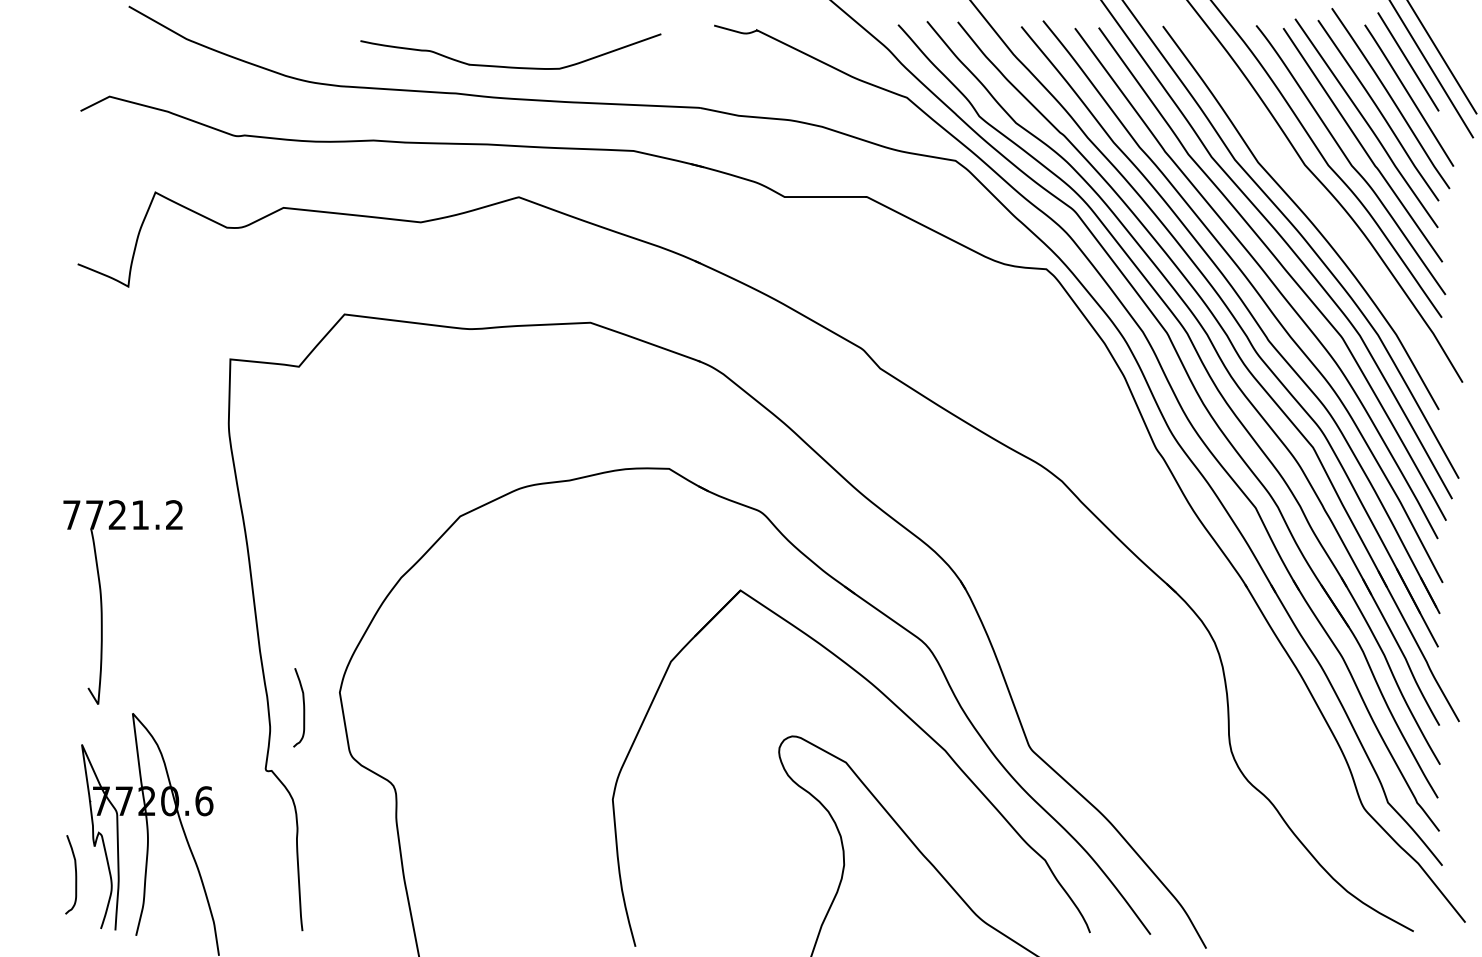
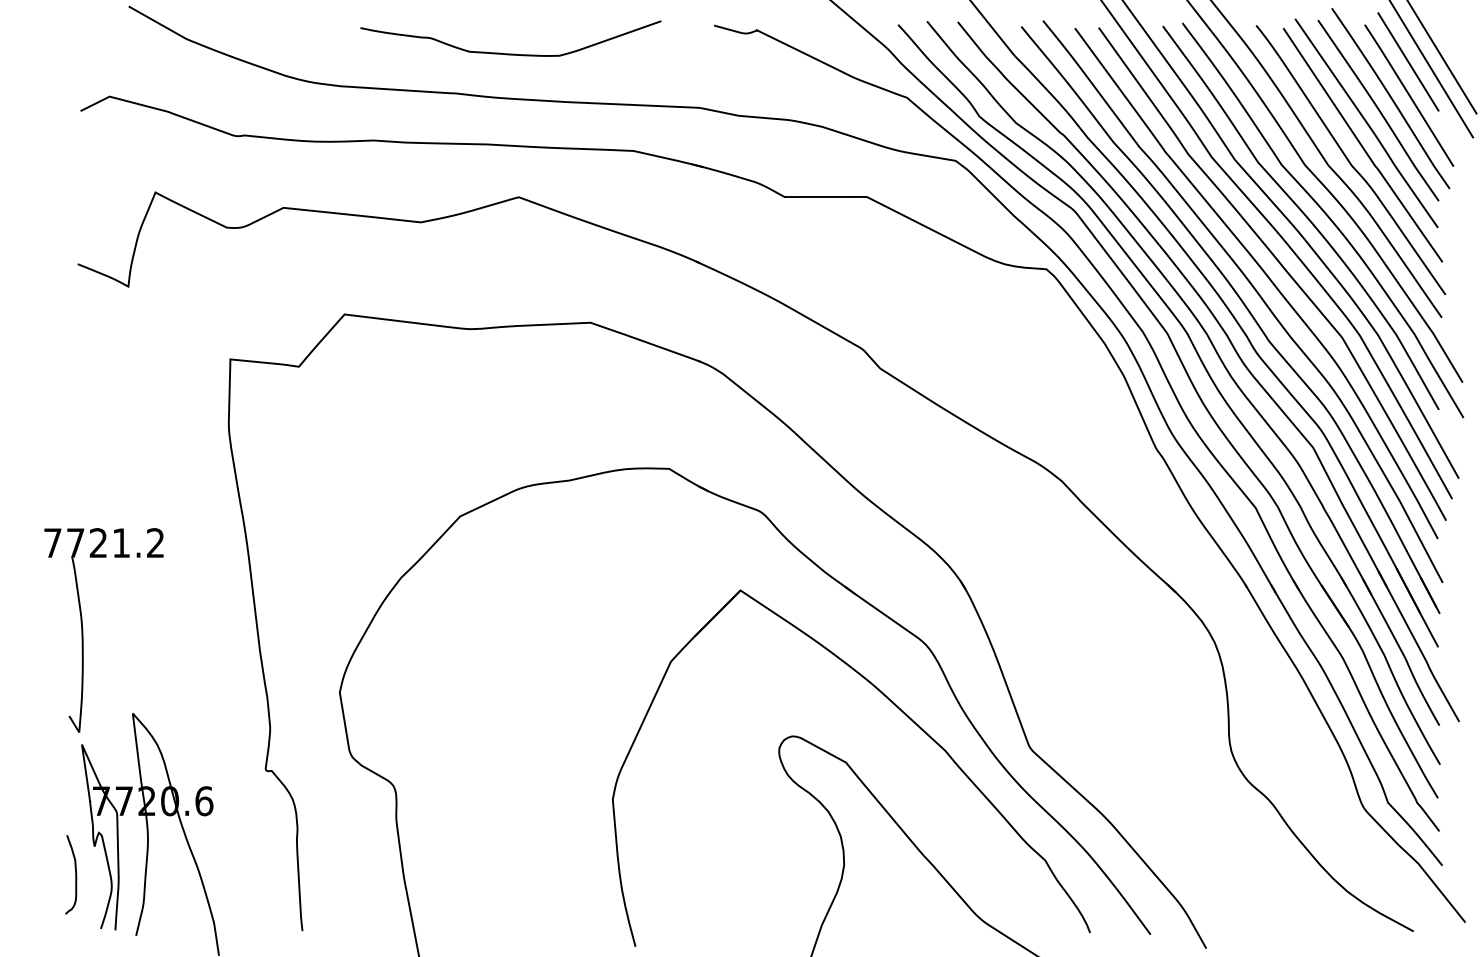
curve at (510, 66) position: (510, 66) -> (510, 53)
curve at (1326, 216): none -> present
part at (102, 602) position: (102, 602) -> (83, 630)
curve at (303, 707): present -> none
